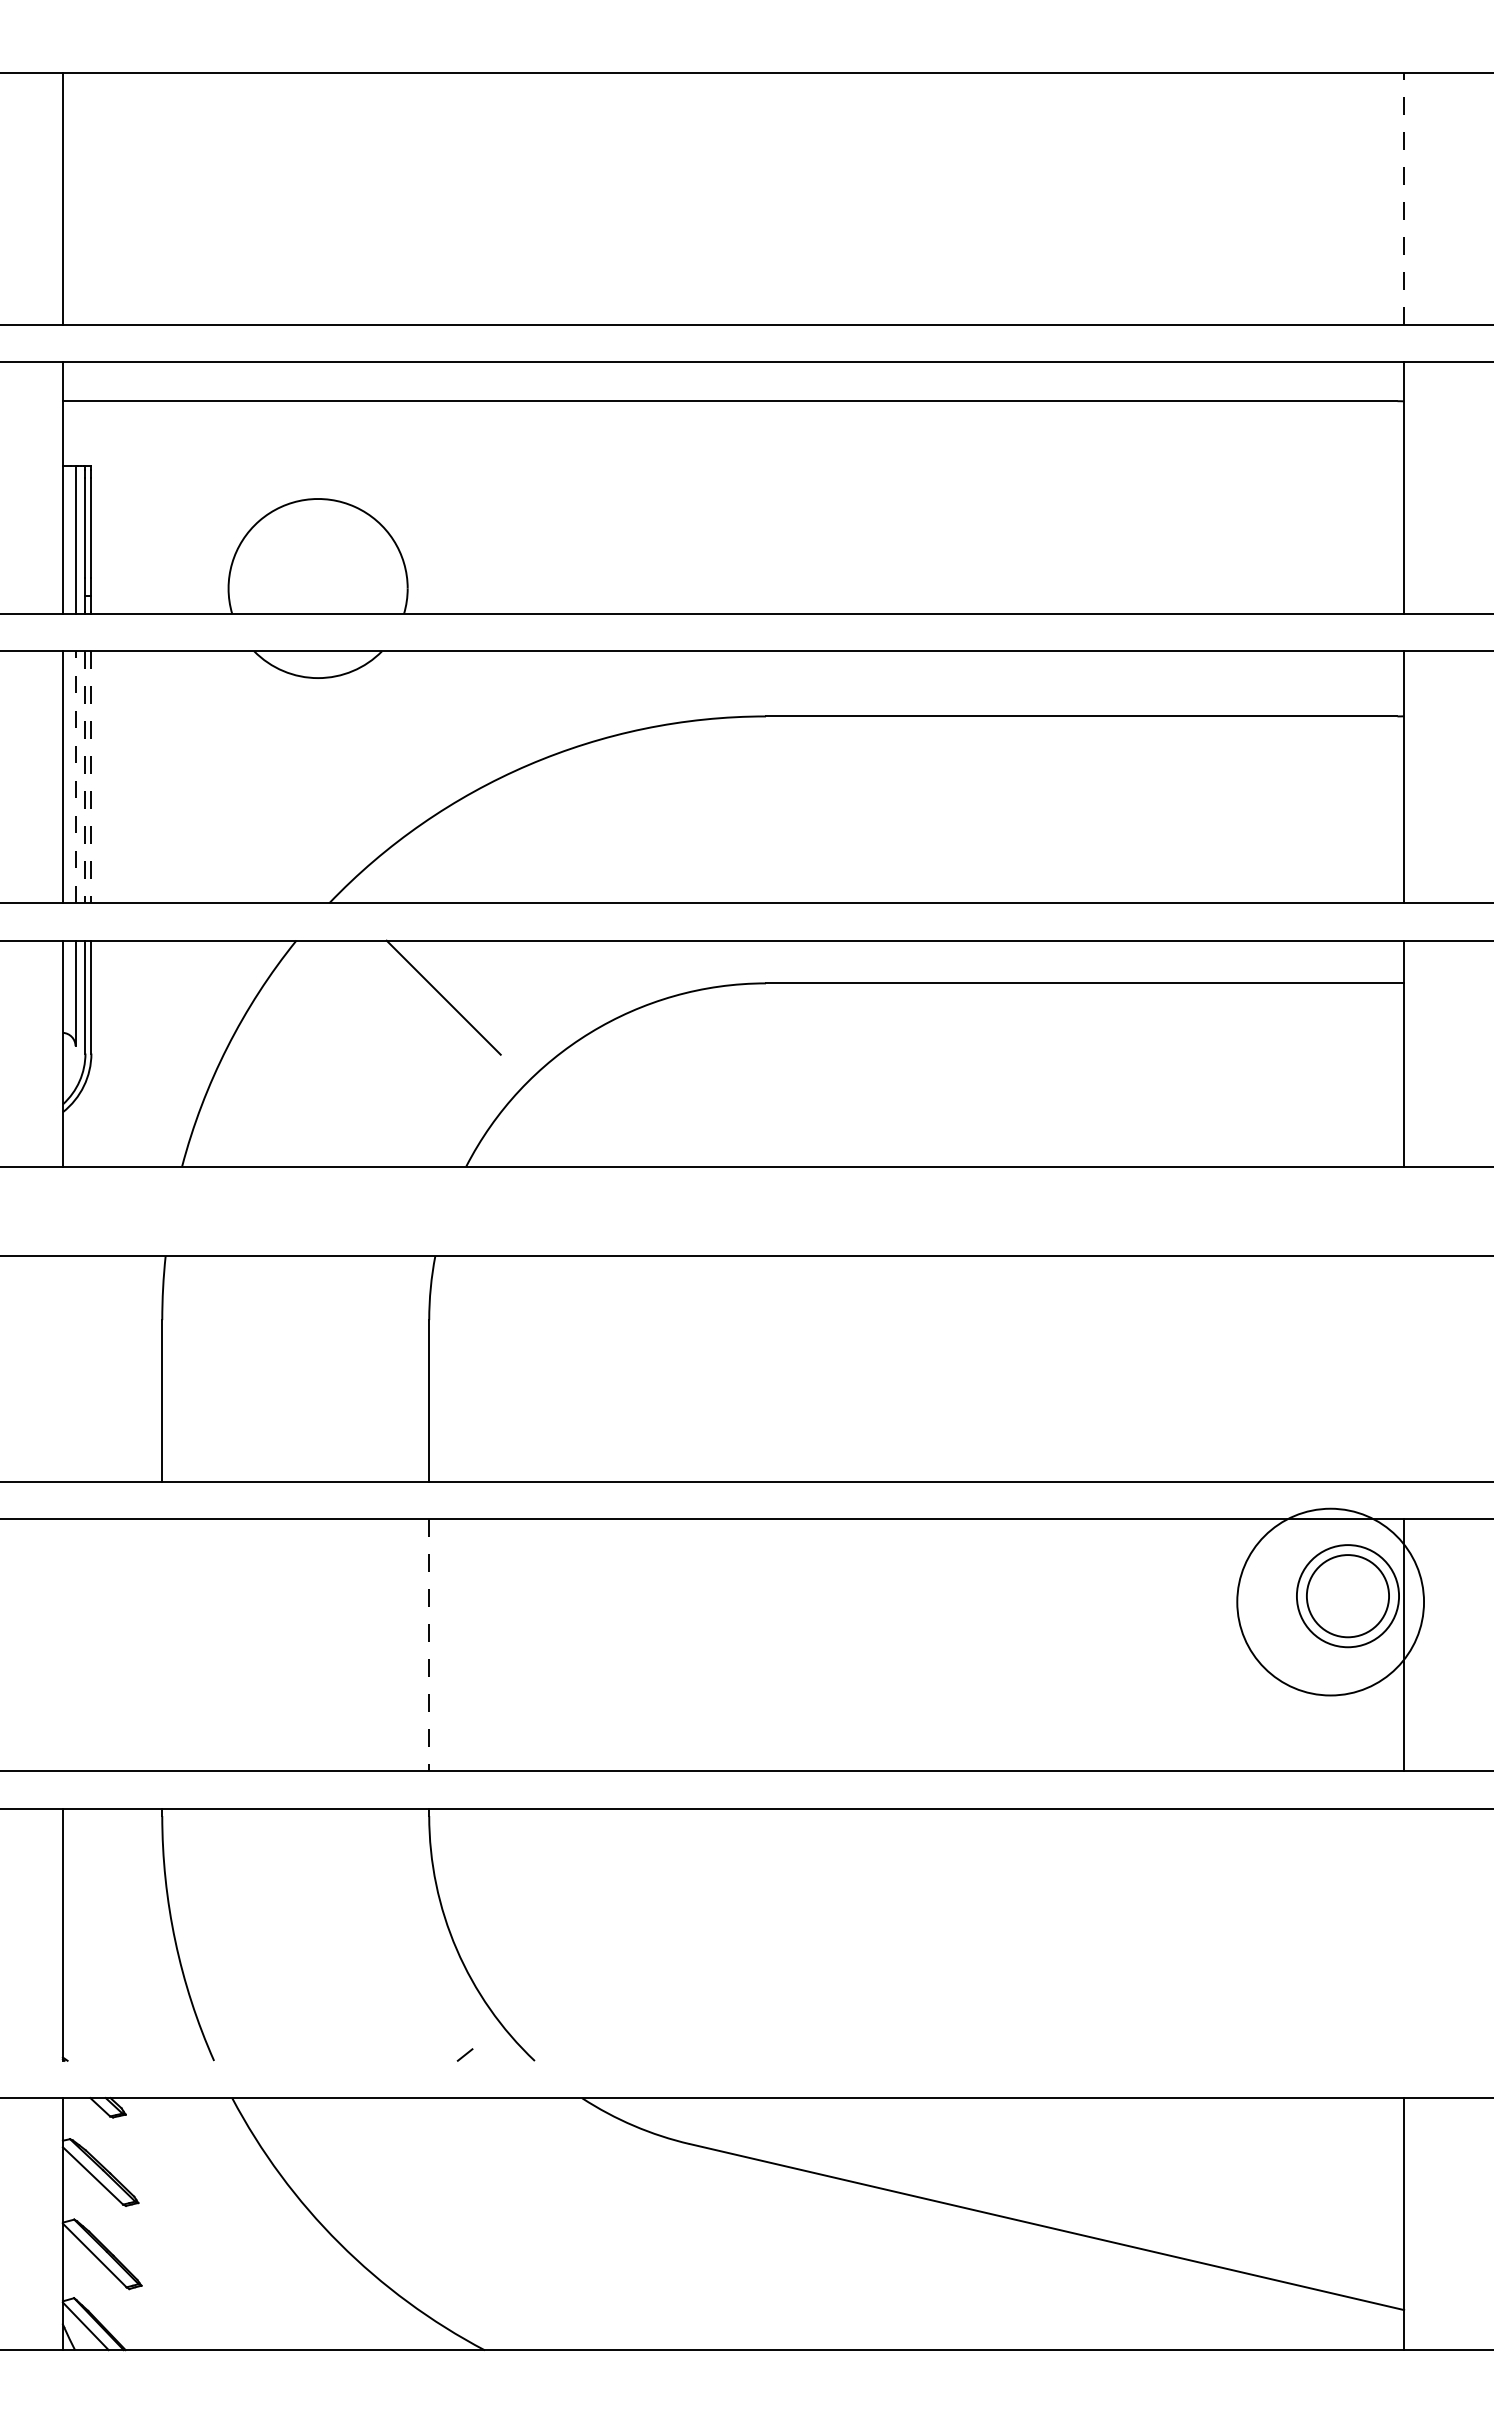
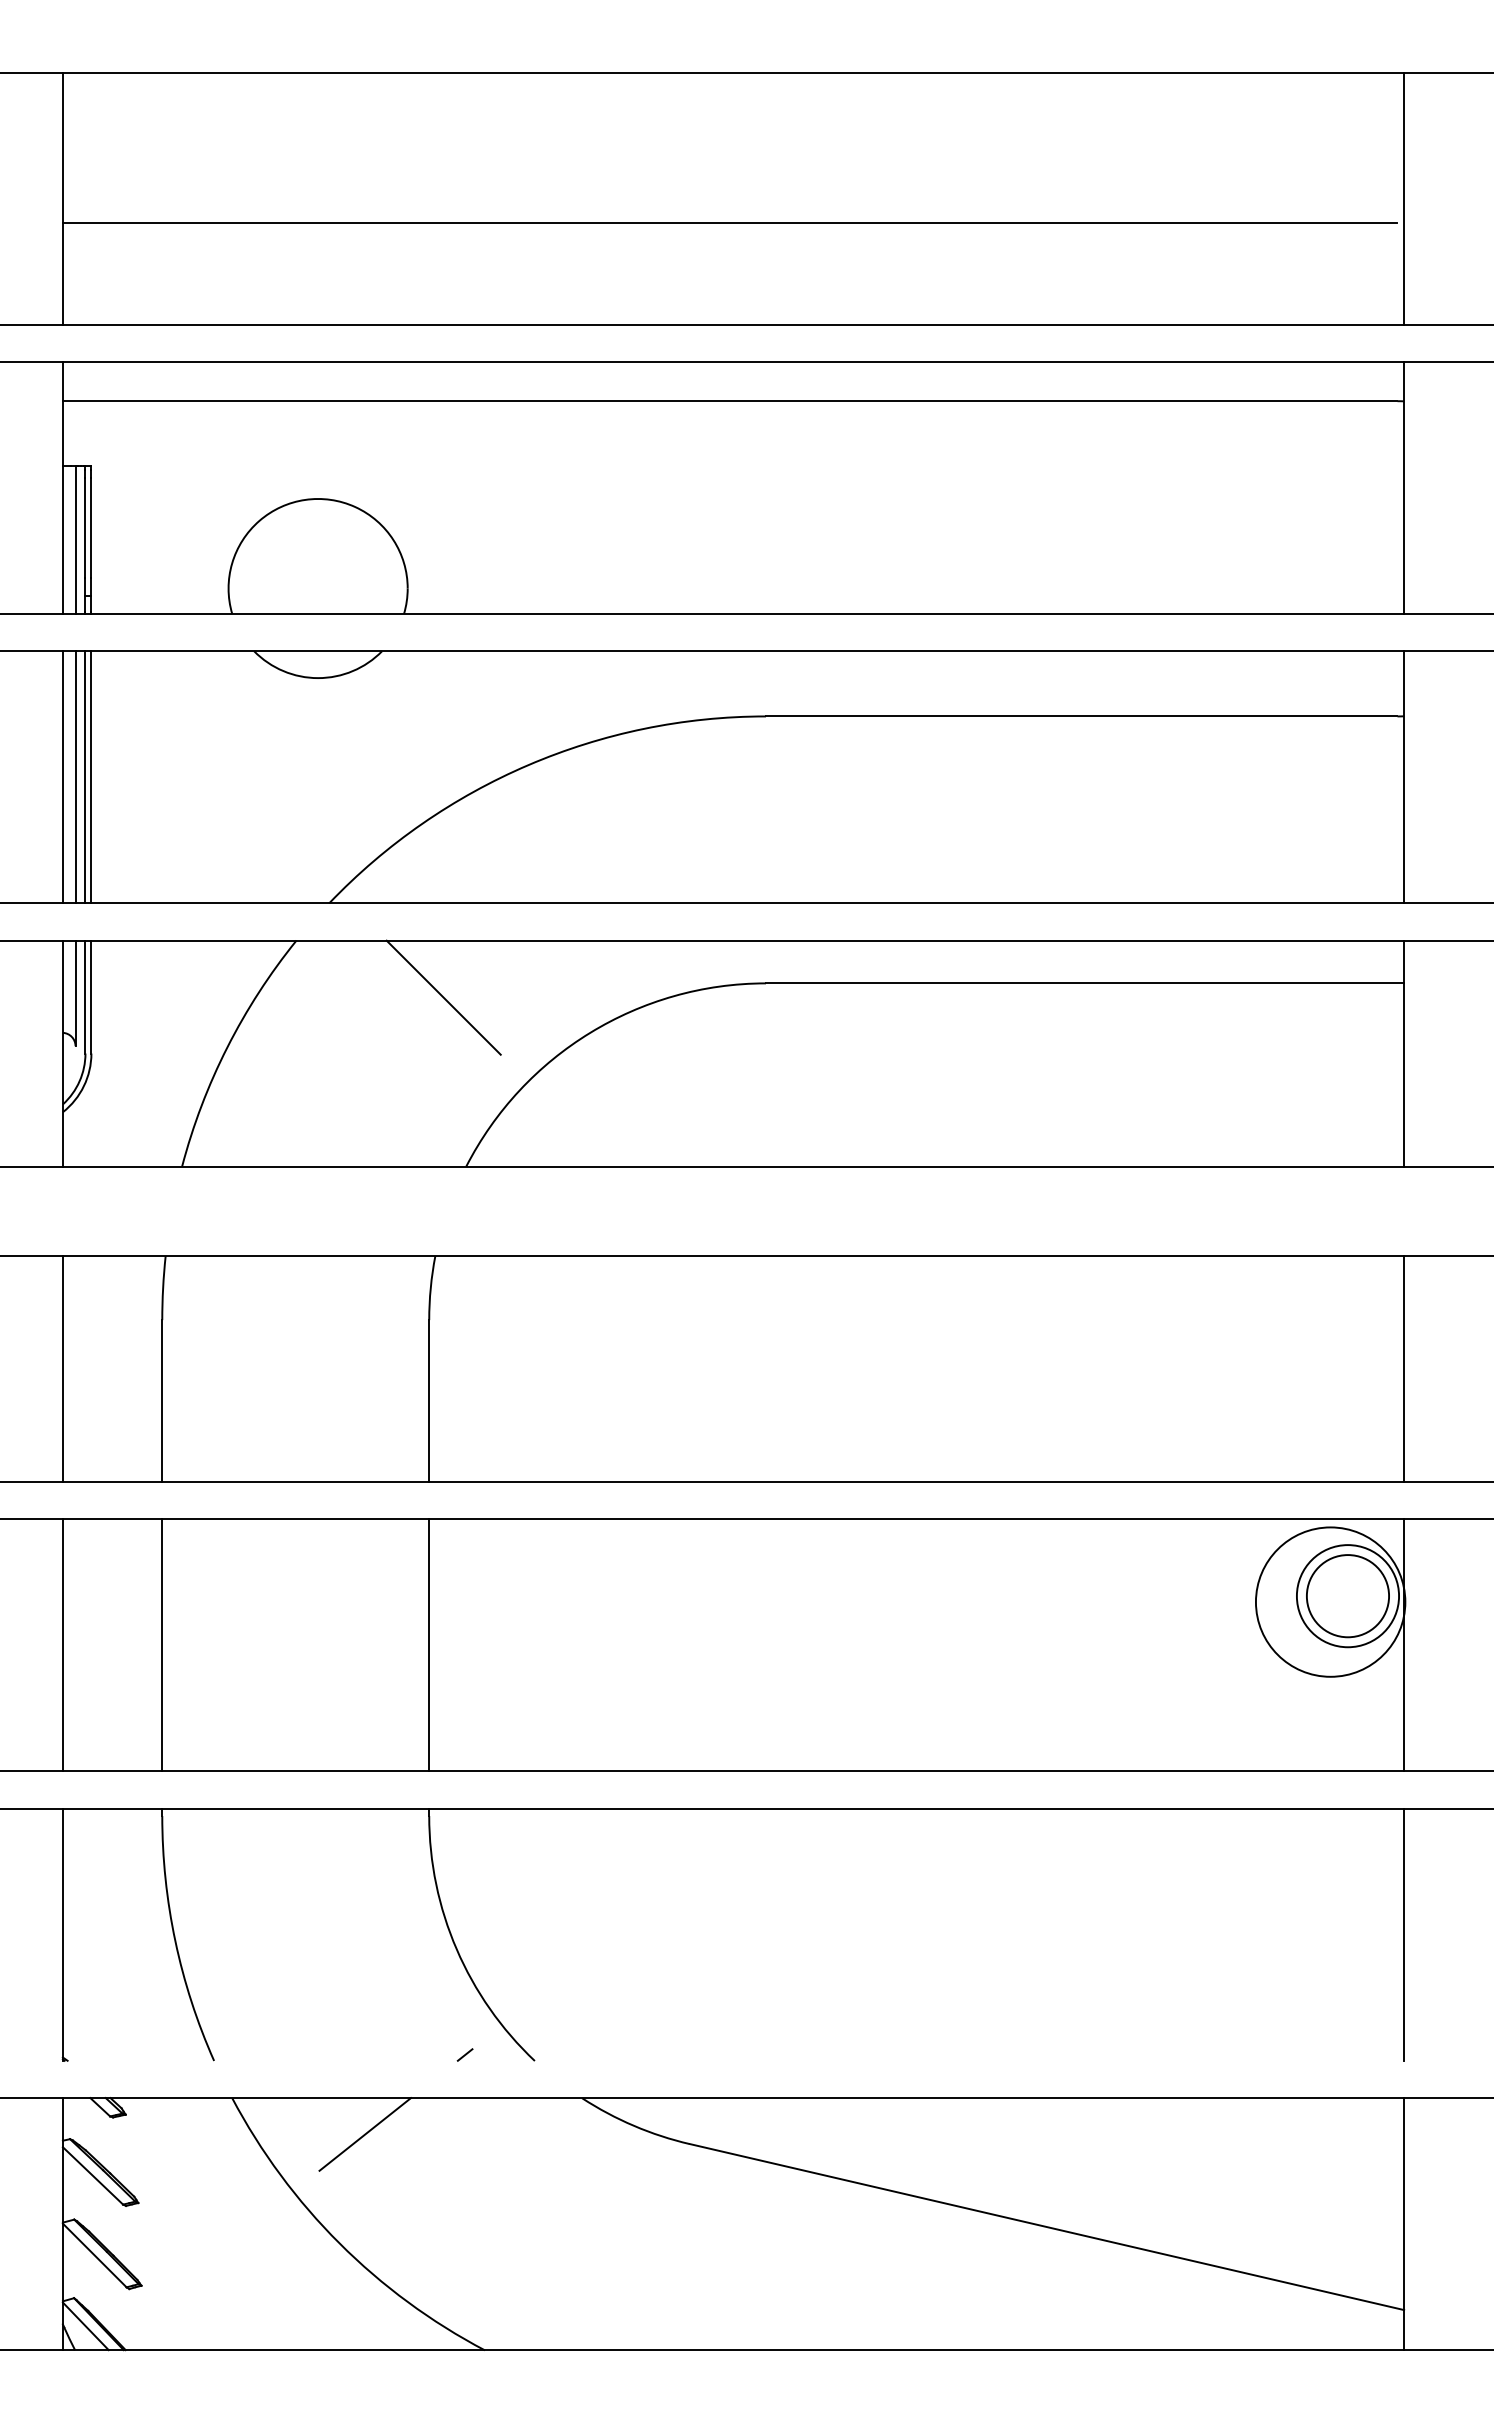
line at (1404, 198): dashed -> solid
line at (729, 223): none -> present
line at (75, 777): dashed -> solid
line at (85, 777): dashed -> solid
line at (91, 777): dashed -> solid
line at (62, 1369): none -> present
line at (1404, 1369): none -> present
circle at (1330, 1601) diameter: 187 px -> 149 px
line at (62, 1645): none -> present
line at (162, 1645): none -> present
line at (429, 1645): dashed -> solid
line at (1404, 1934): none -> present
line at (365, 2134): none -> present
